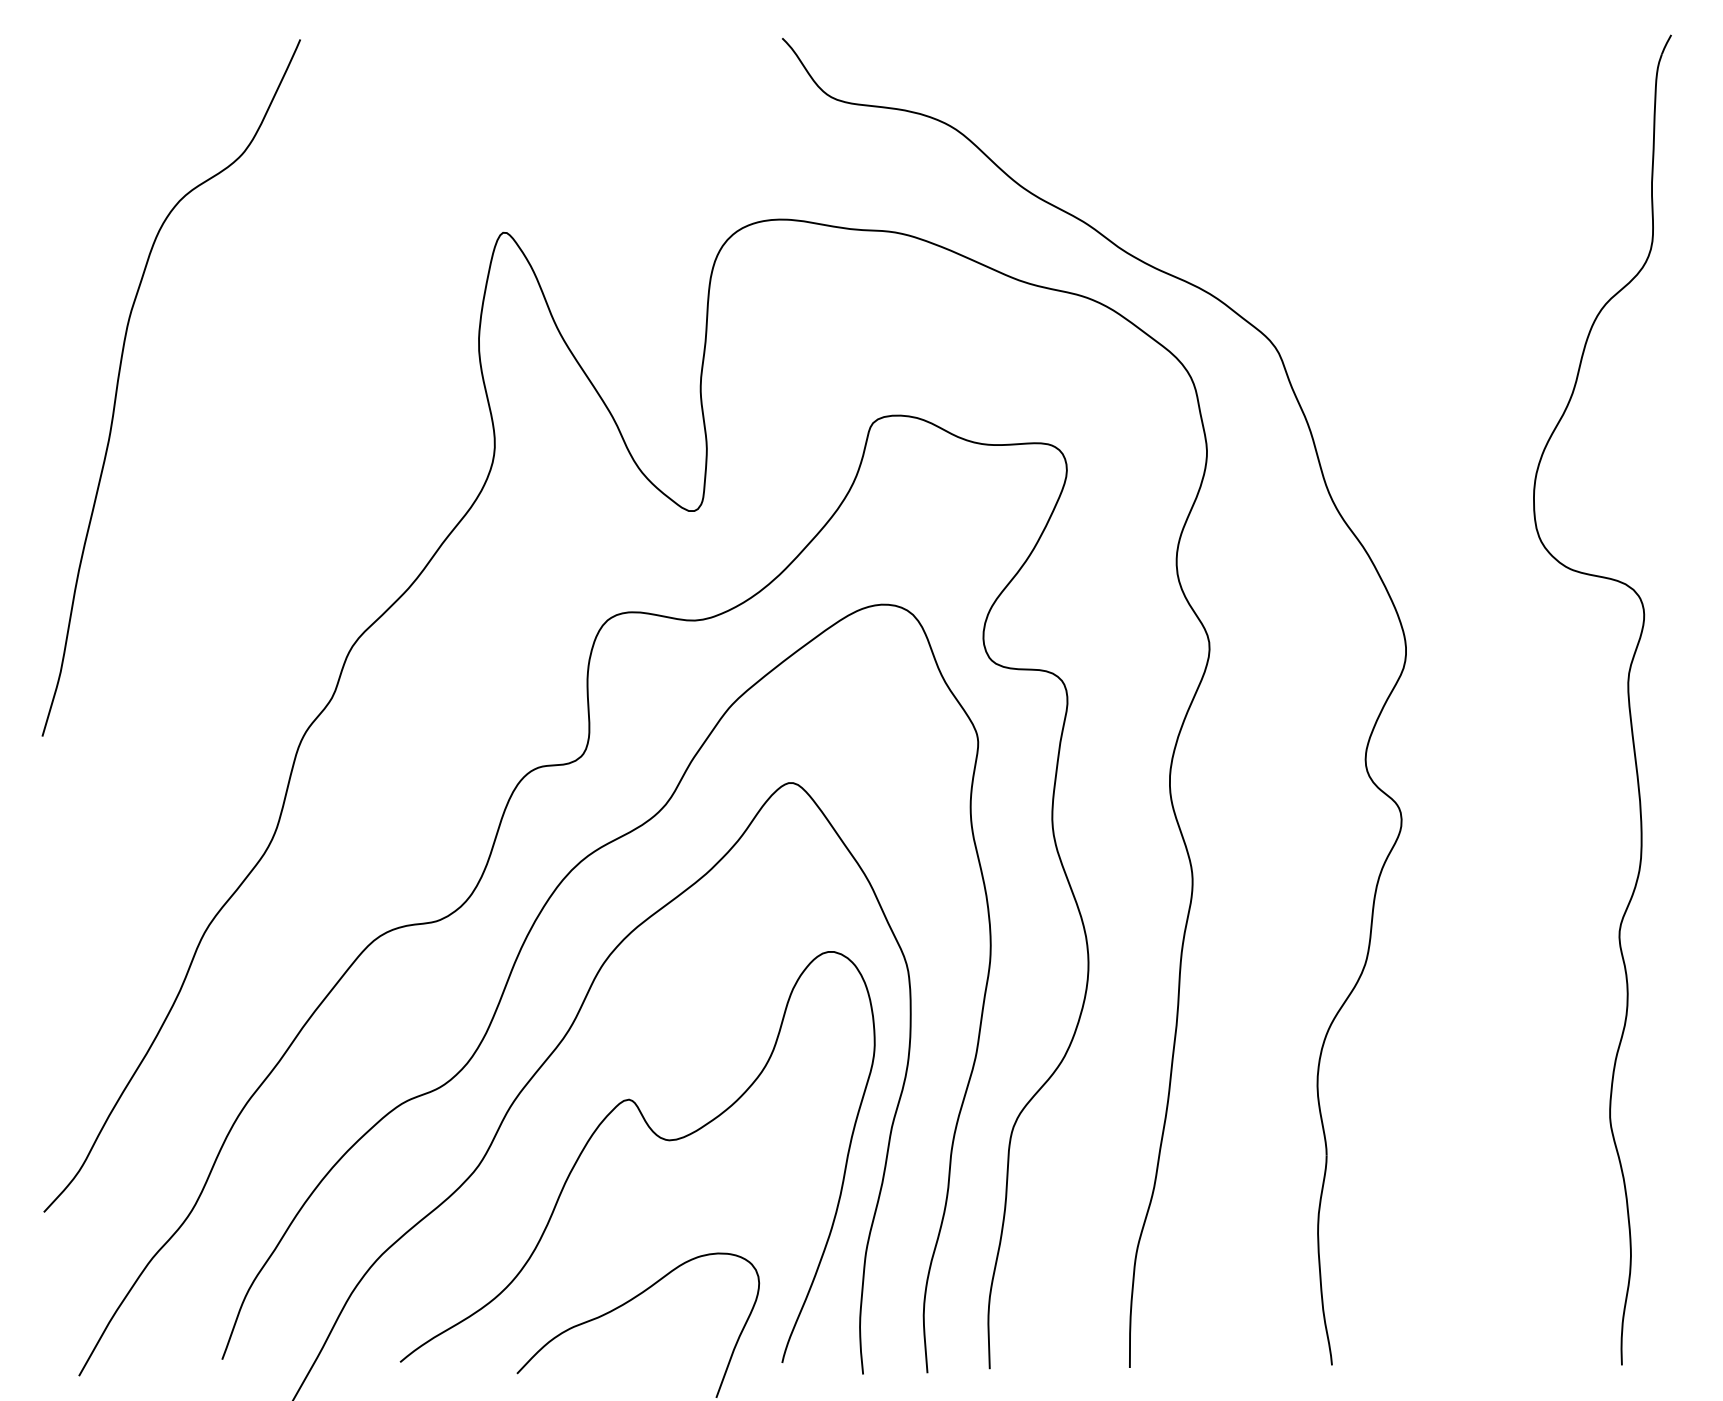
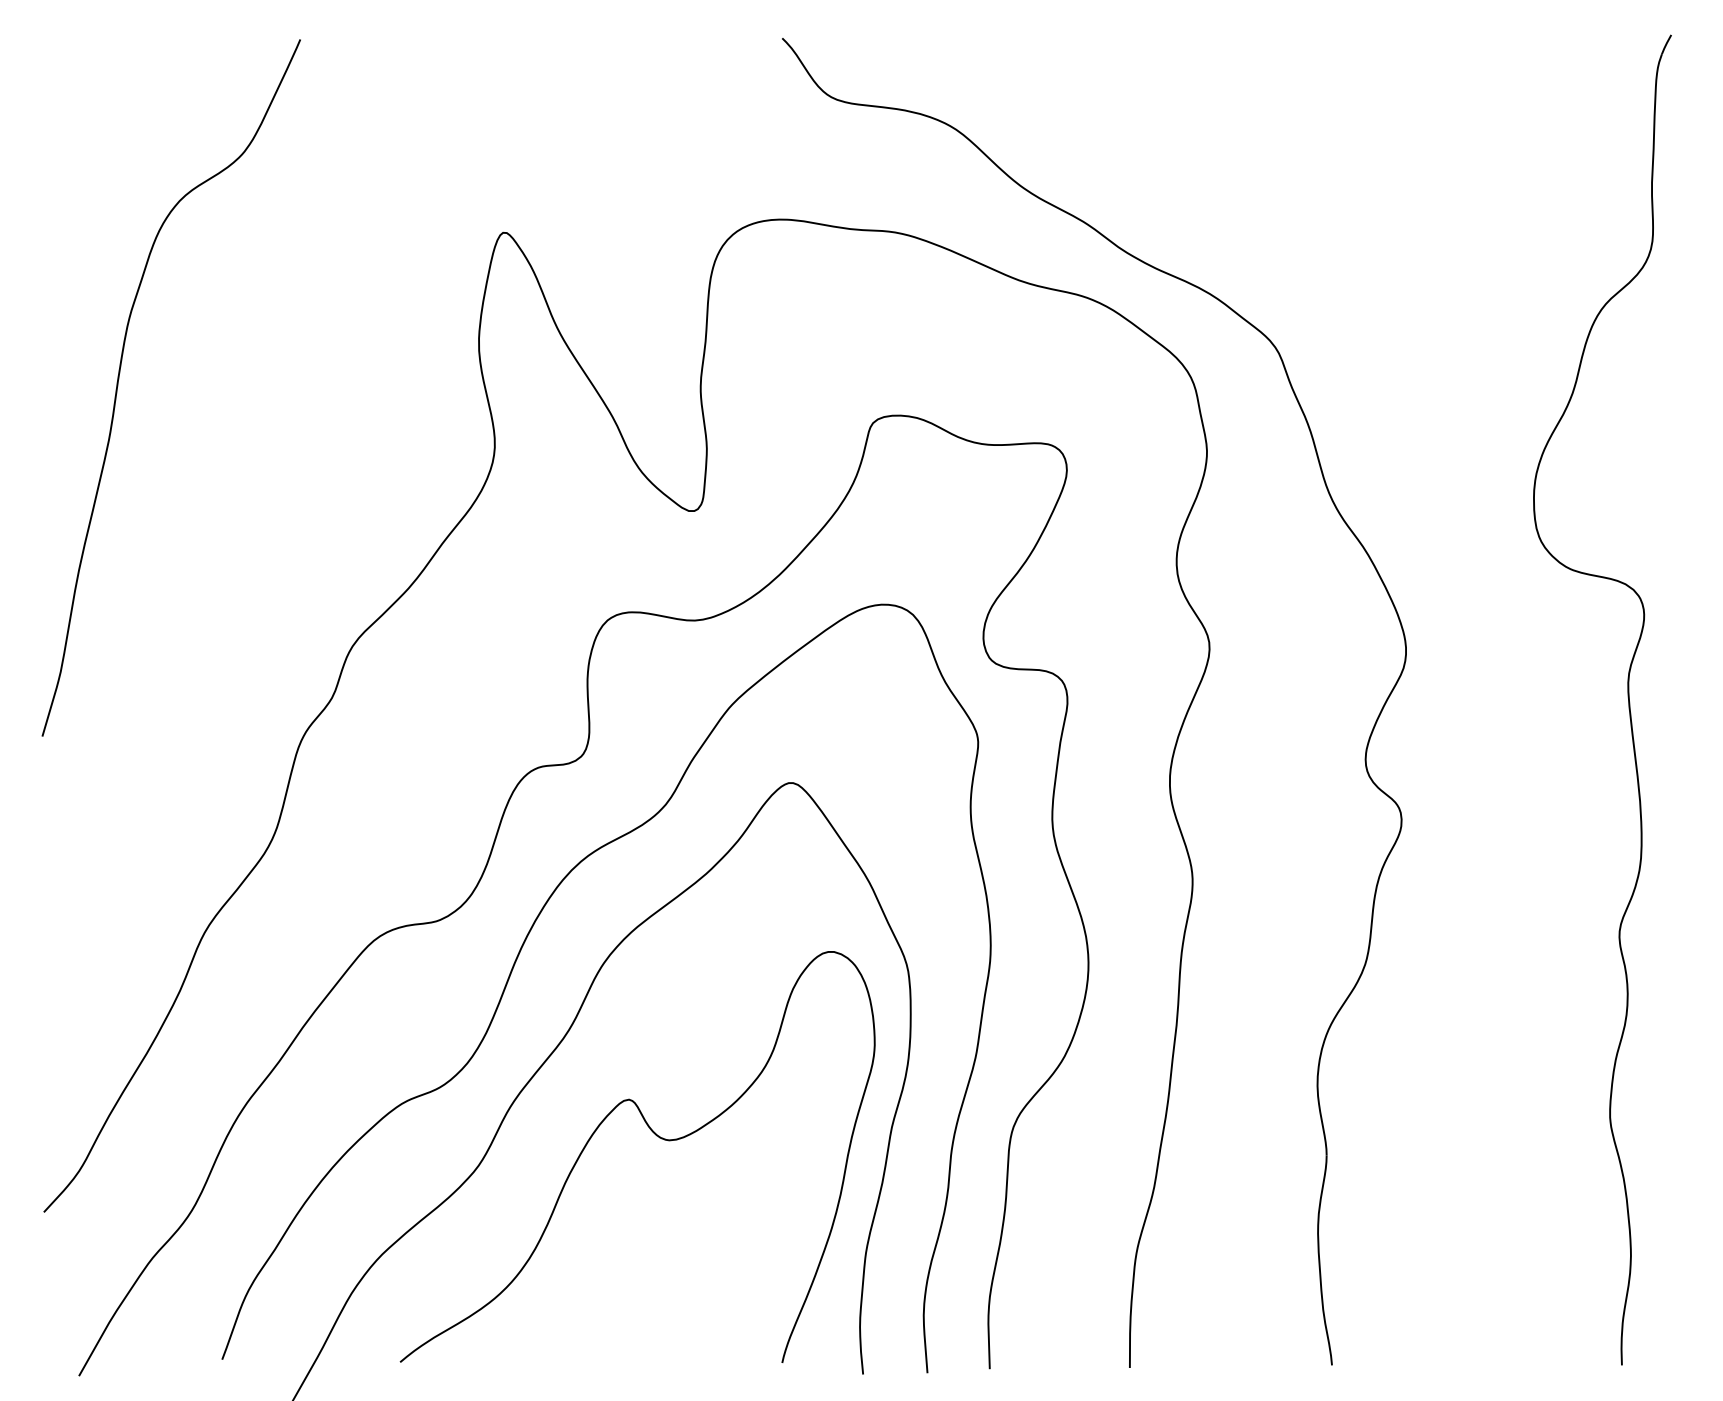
curve at (627, 1303): present -> none
